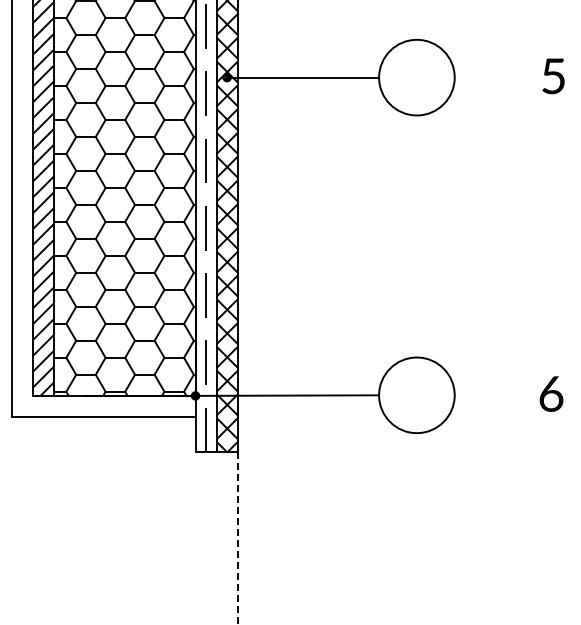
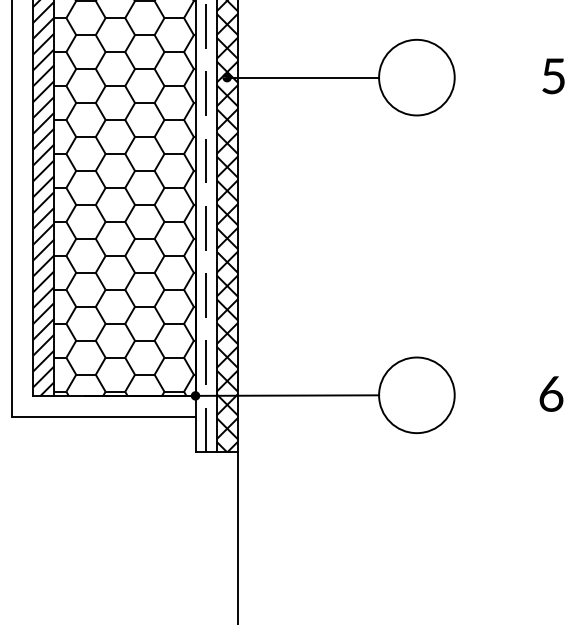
line at (237, 538): dashed -> solid
